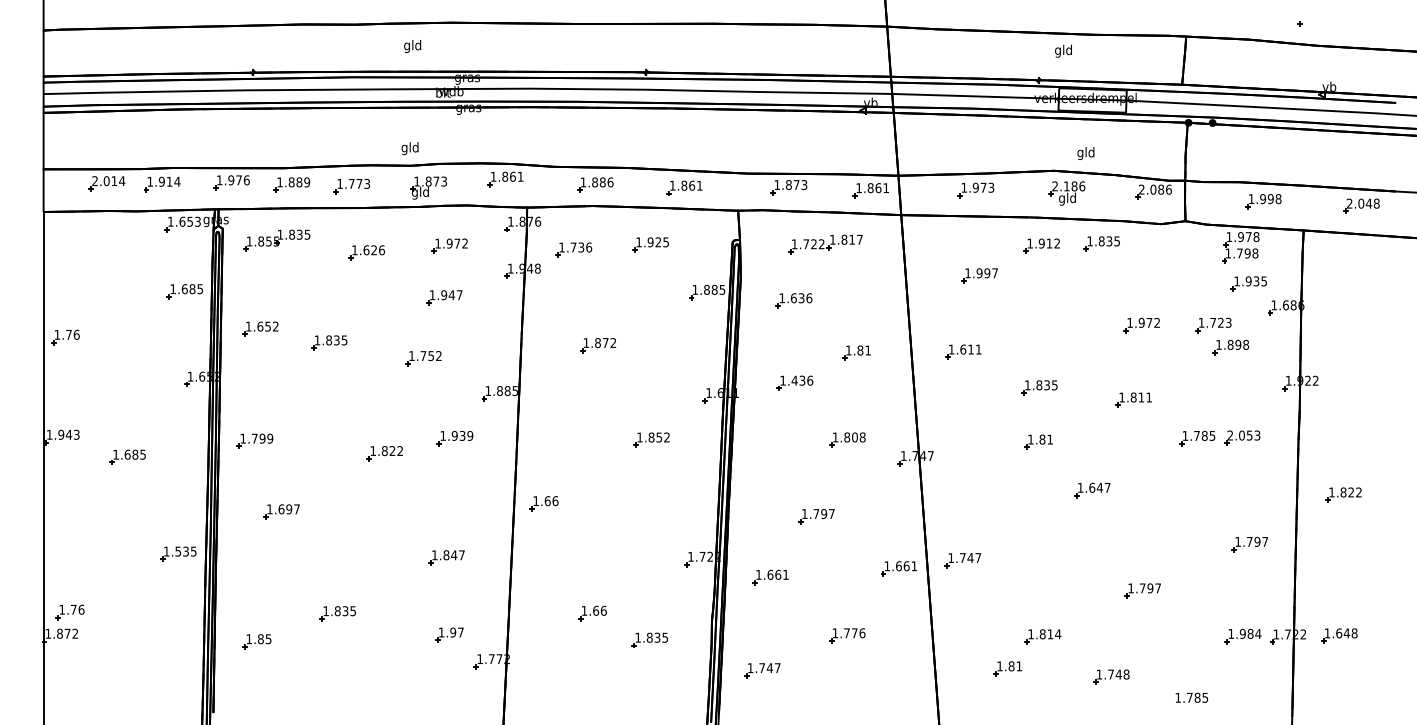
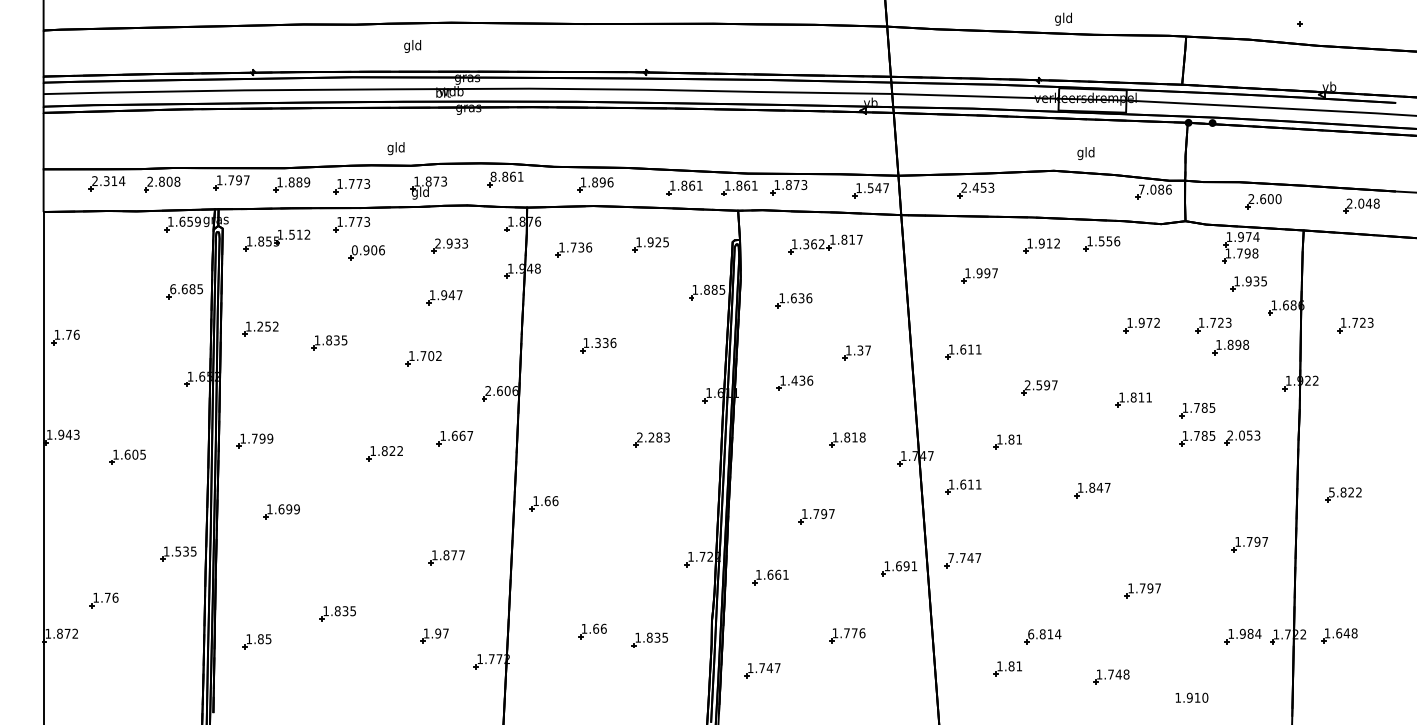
text at (1063, 50) position: (1063, 50) -> (1063, 18)
text at (409, 148) position: (409, 148) -> (395, 148)
text at (493, 176): 1.861 -> 8.861
text at (238, 180): 1.976 -> 1.797
text at (106, 181): 2.014 -> 2.314
text at (163, 181): 1.914 -> 2.808
text at (602, 182): 1.886 -> 1.896
part at (739, 187): none -> present
text at (973, 187): 1.973 -> 2.453
text at (877, 188): 1.861 -> 1.547
text at (1141, 189): 2.086 -> 7.086
part at (1066, 193): present -> none
text at (1264, 199): 1.998 -> 2.600
text at (197, 221): 1.653 -> 1.659
part at (351, 224): none -> present
text at (299, 234): 1.835 -> 1.512
text at (1256, 237): 1.978 -> 1.974
text at (1109, 241): 1.835 -> 1.556
text at (451, 243): 1.972 -> 2.933
text at (810, 244): 1.722 -> 1.362
text at (364, 250): 1.626 -> 0.906
text at (173, 289): 1.685 -> 6.685
part at (1355, 325): none -> present
text at (260, 326): 1.652 -> 1.252
text at (605, 343): 1.872 -> 1.336
text at (863, 350): 1.81 -> 1.37
text at (431, 356): 1.752 -> 1.702
text at (1040, 385): 1.835 -> 2.597
text at (501, 391): 1.885 -> 2.606
part at (1197, 410): none -> present
text at (462, 435): 1.939 -> 1.667
text at (653, 437): 1.852 -> 2.283
text at (854, 437): 1.808 -> 1.818
part at (1038, 441) position: (1038, 441) -> (1007, 441)
text at (135, 454): 1.685 -> 1.605
part at (963, 486): none -> present
text at (1092, 487): 1.647 -> 1.847
text at (1331, 492): 1.822 -> 5.822
text at (296, 509): 1.697 -> 1.699
text at (454, 555): 1.847 -> 1.877
text at (950, 557): 1.747 -> 7.747
text at (906, 566): 1.661 -> 1.691
part at (69, 612) position: (69, 612) -> (103, 600)
part at (592, 613) position: (592, 613) -> (592, 631)
part at (449, 634) position: (449, 634) -> (434, 635)
text at (1031, 634): 1.814 -> 6.814
text at (1197, 697): 1.785 -> 1.910
